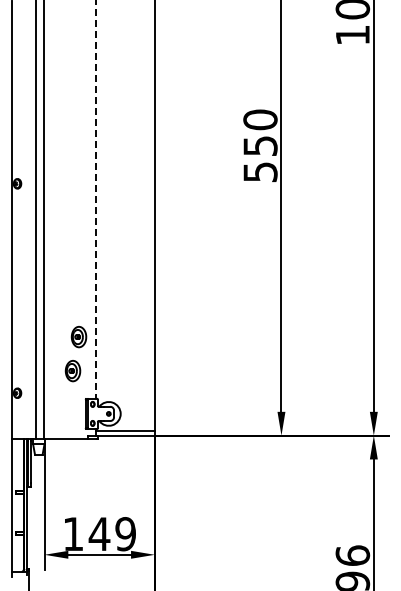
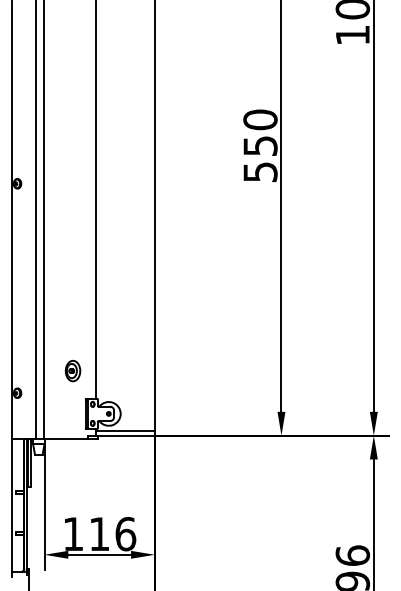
line at (95, 199): dashed -> solid
part at (78, 337): present -> none
text at (112, 534): 149 -> 116
